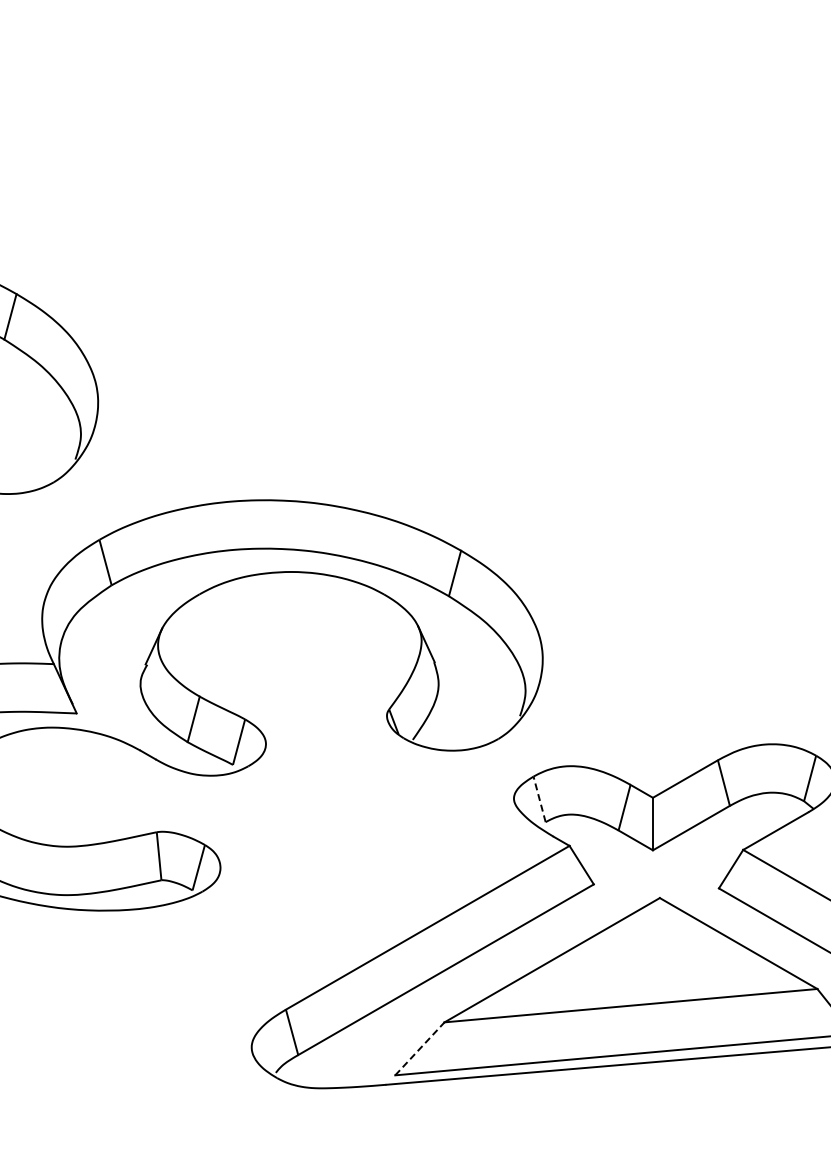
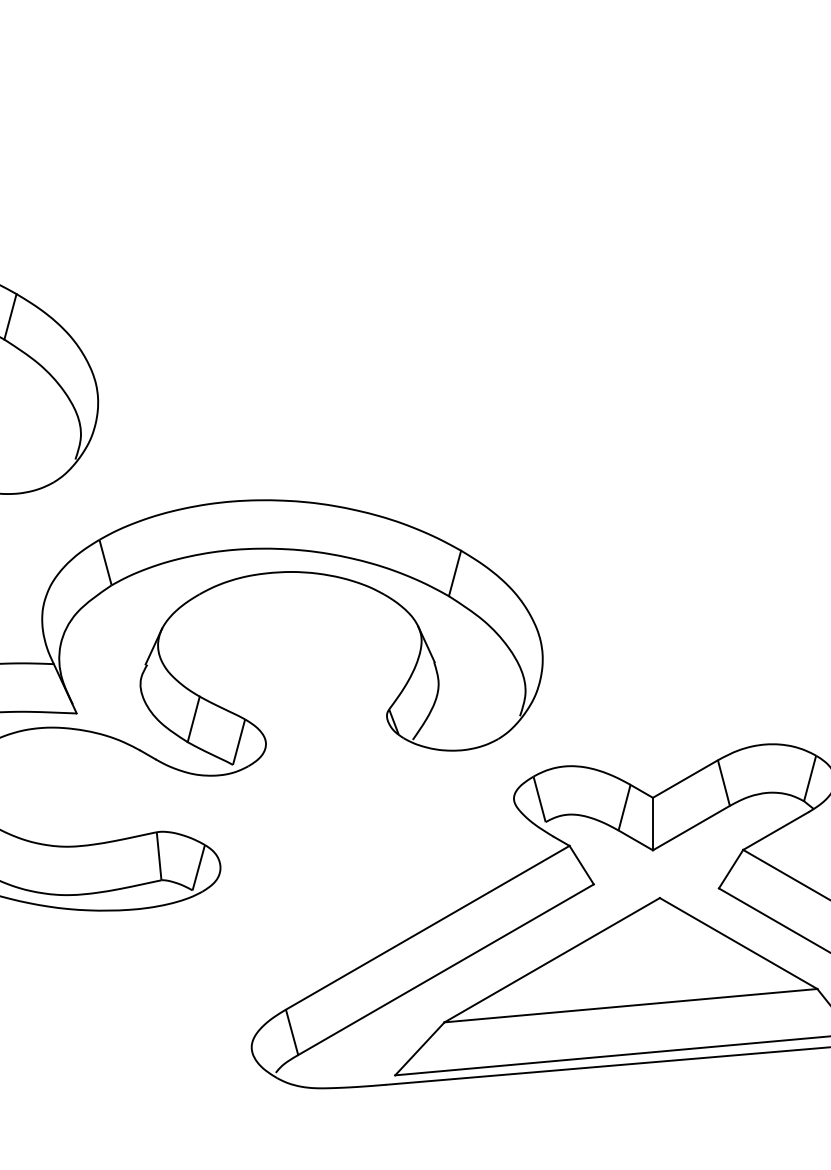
line at (539, 799): dashed -> solid
line at (420, 1048): dashed -> solid
